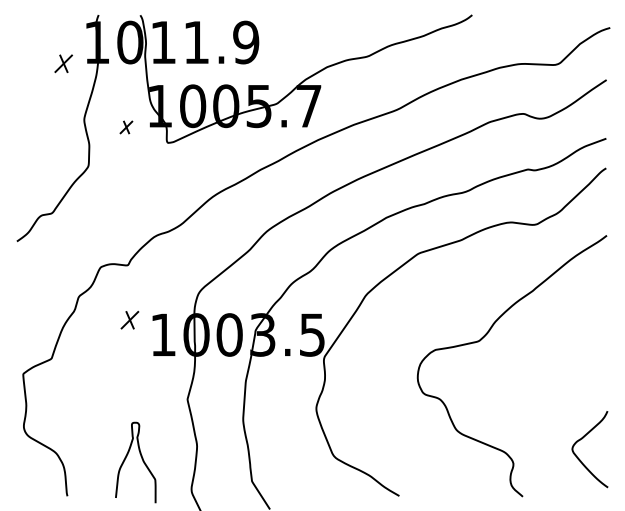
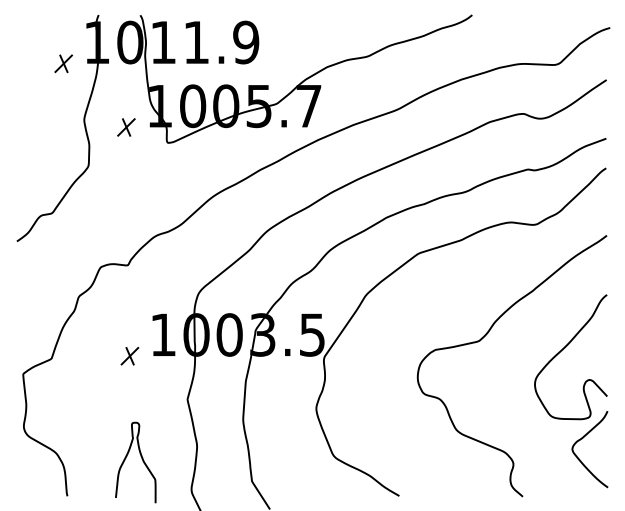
part at (126, 127) size: 15x15 px -> 19x19 px
part at (129, 319) position: (129, 319) -> (129, 355)
curve at (563, 350): none -> present
